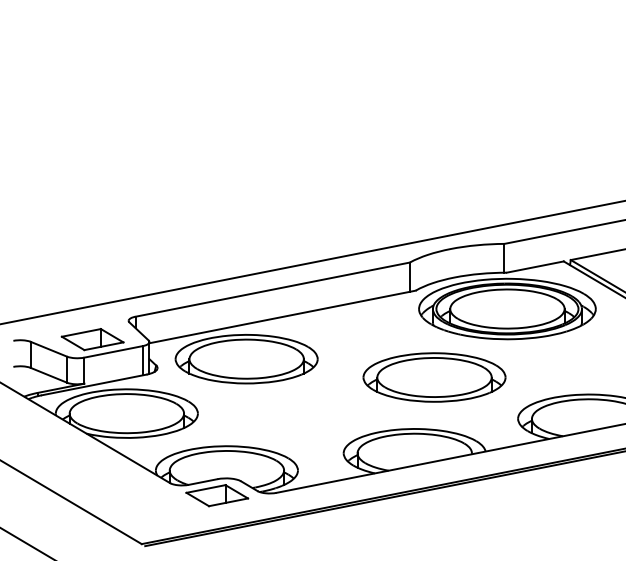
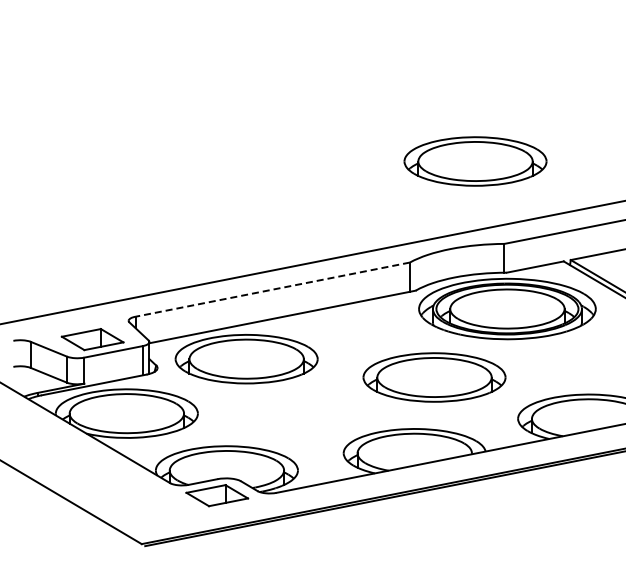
part at (475, 161): none -> present
line at (272, 289): solid -> dashed
line at (26, 543): present -> none
